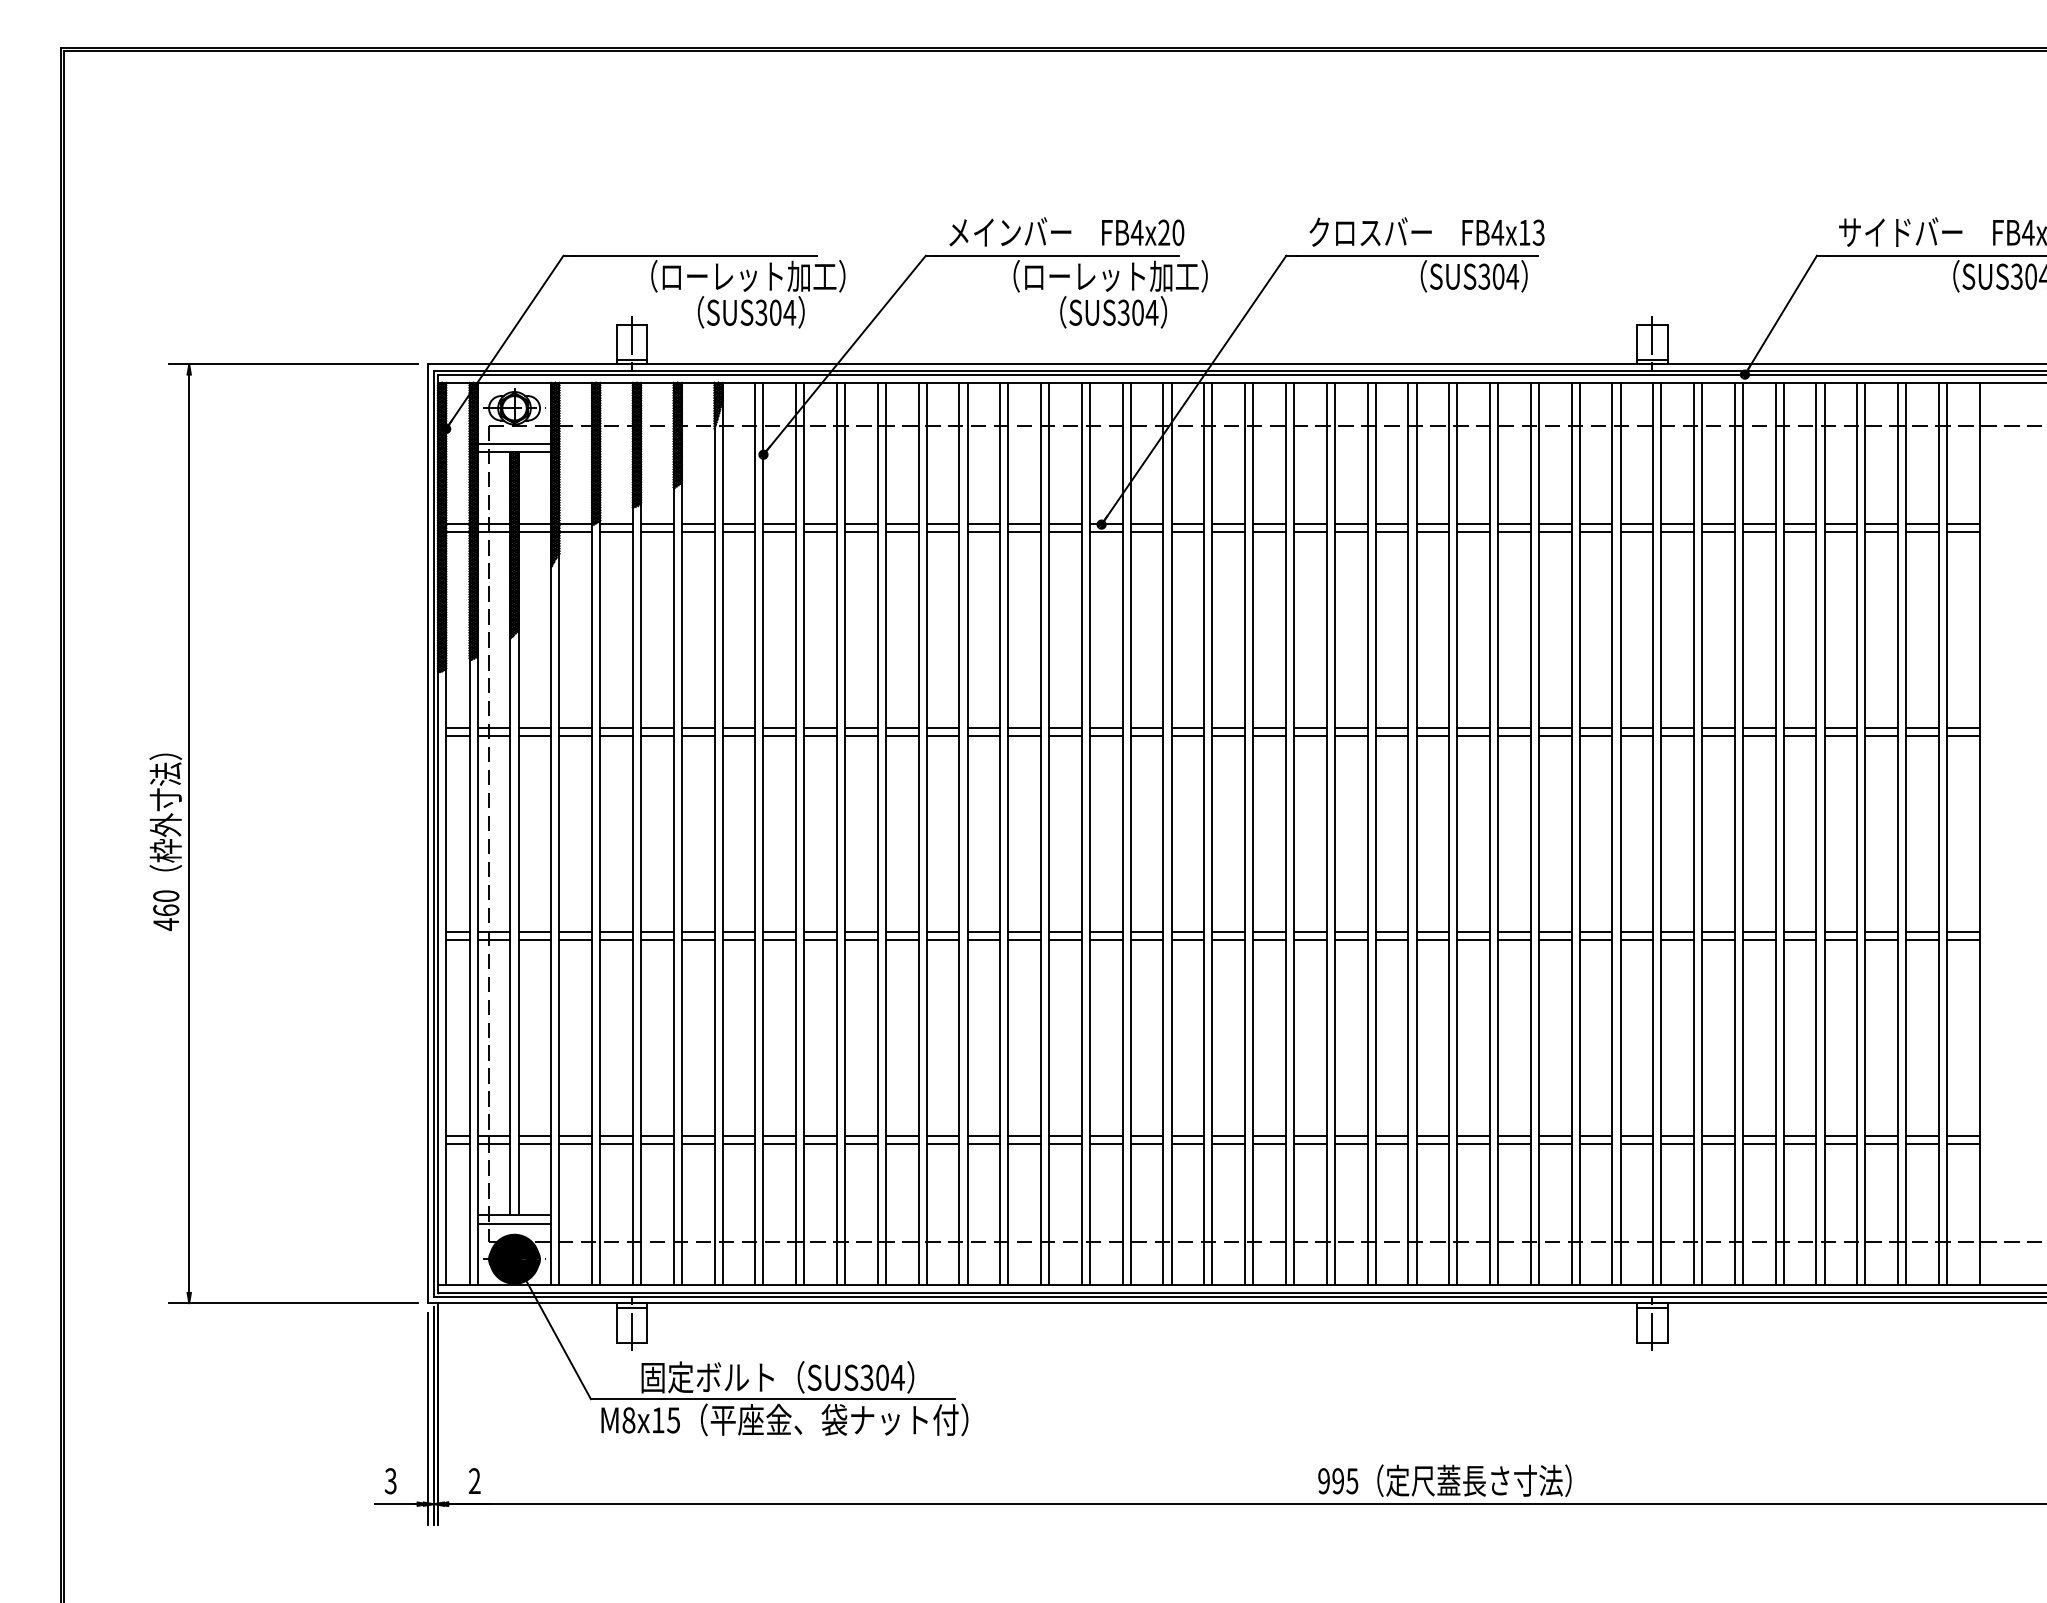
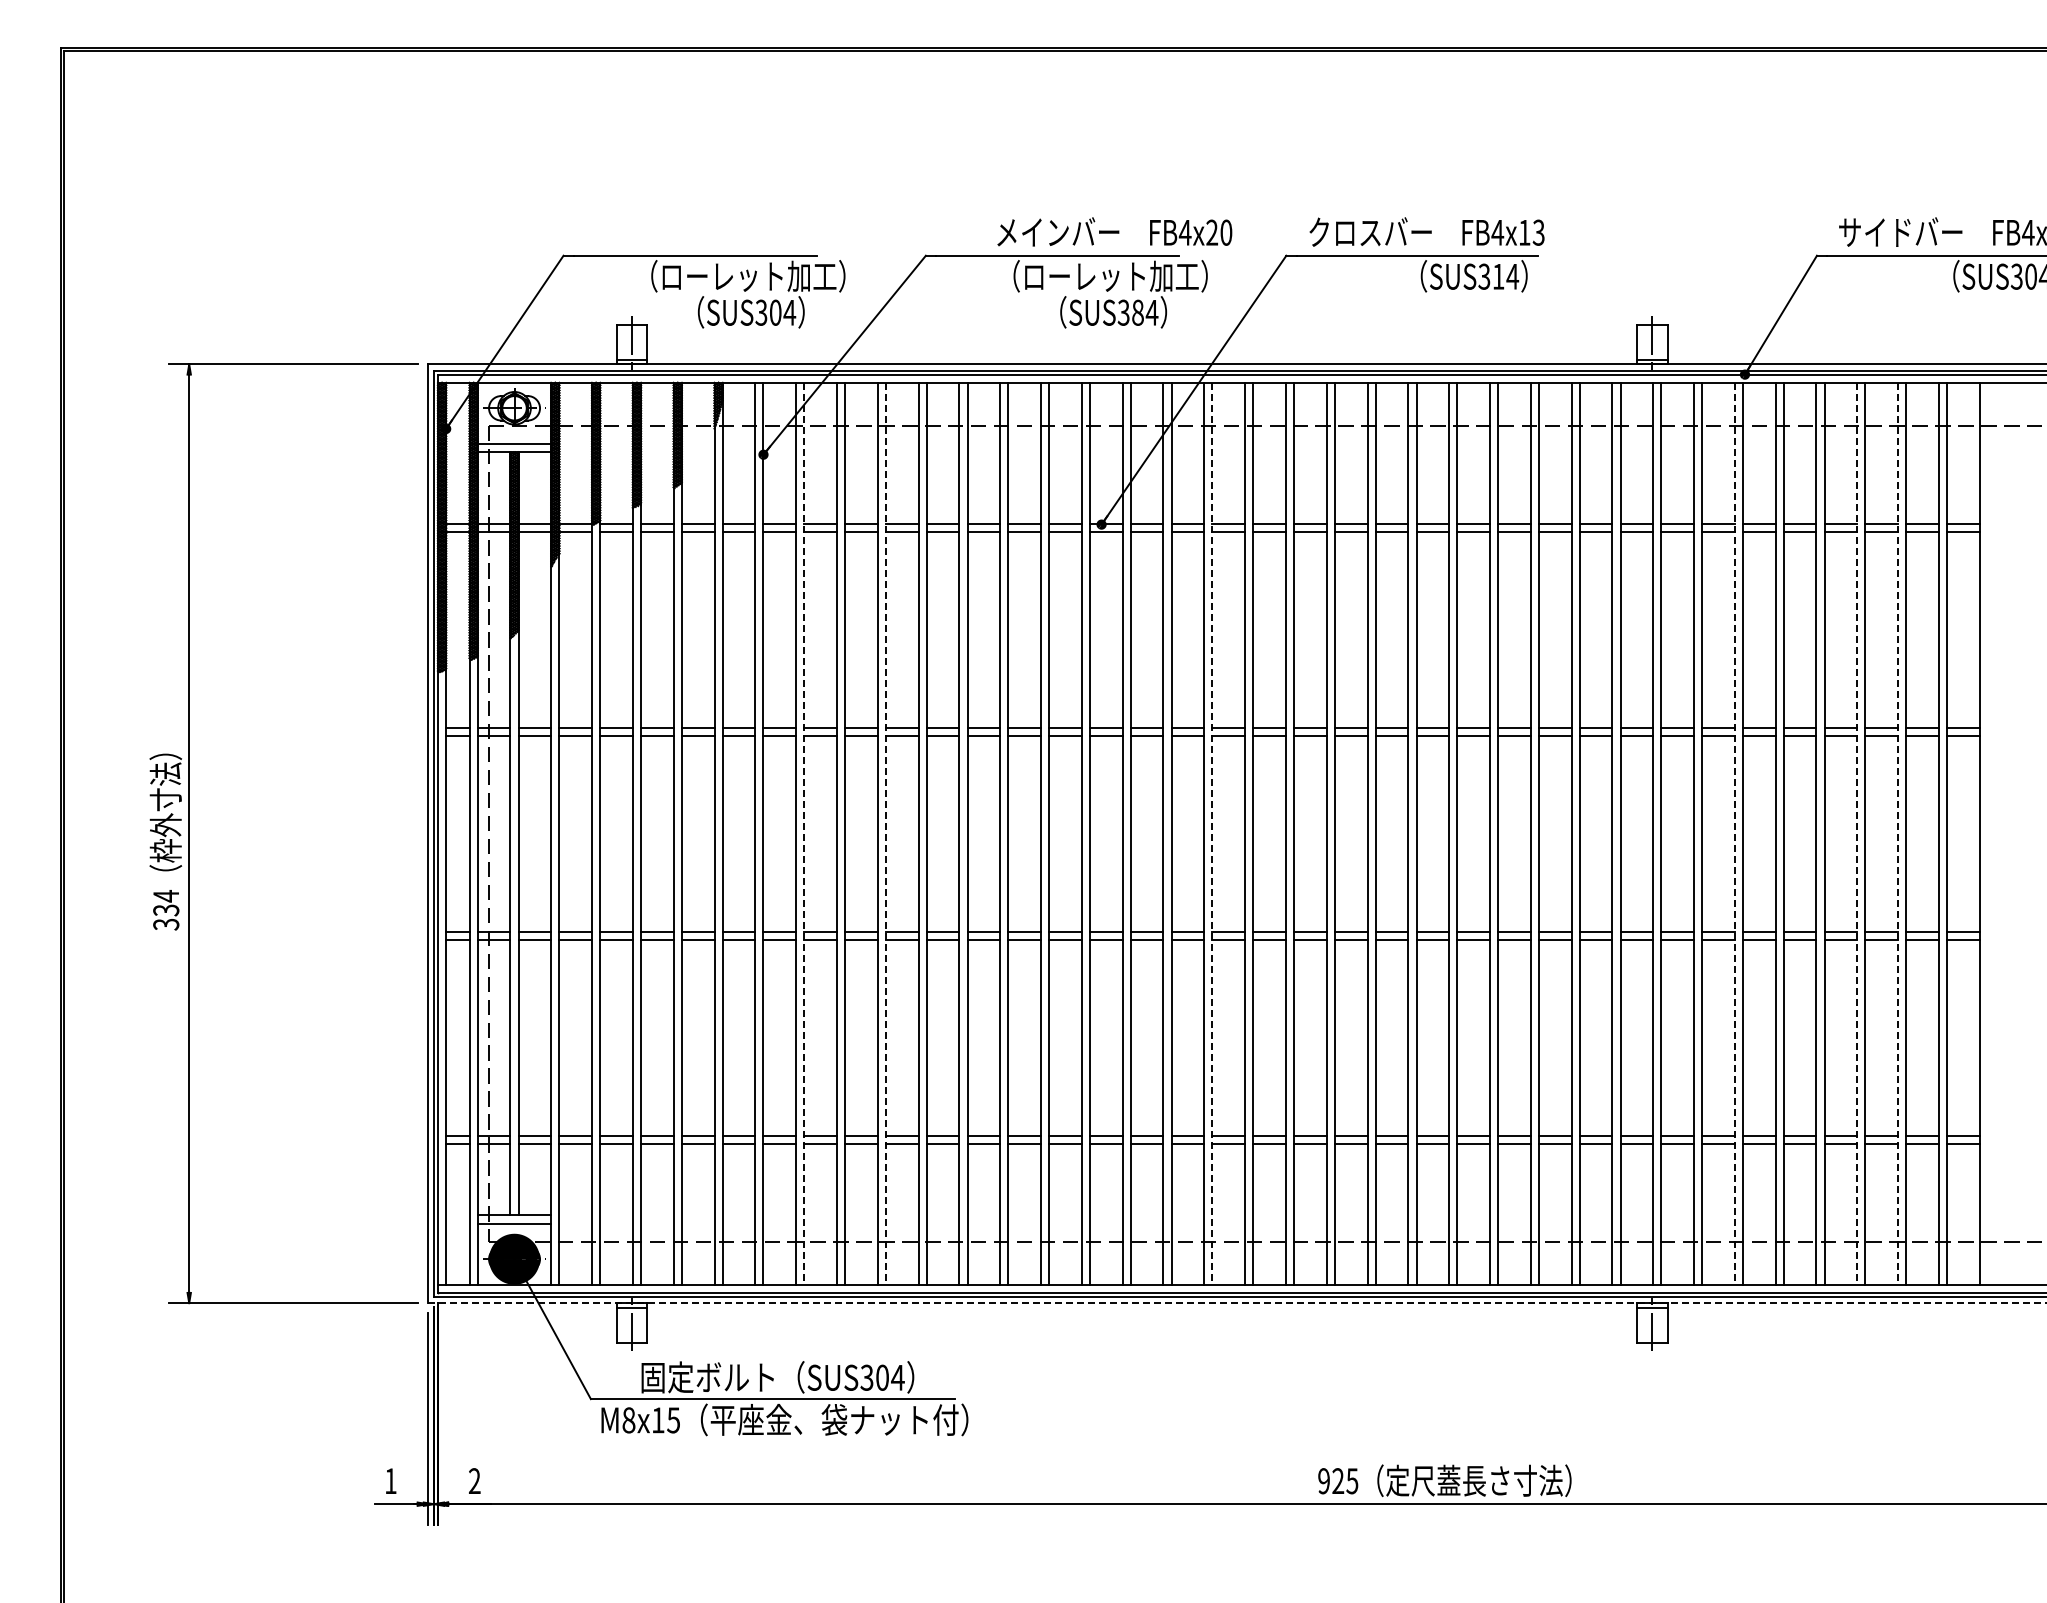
text at (1066, 231) position: (1066, 231) -> (1114, 231)
text at (1498, 276): SUS304 -> SUS314
text at (1137, 312): SUS304 -> SUS384
line at (804, 833): solid -> dashed
line at (885, 833): solid -> dashed
line at (1212, 833): solid -> dashed
line at (1734, 833): solid -> dashed
line at (1857, 833): solid -> dashed
line at (1898, 833): solid -> dashed
text at (166, 910): 460 -> 334
line at (1237, 1303): solid -> dashed
text at (390, 1481): 3 -> 1
text at (1338, 1481): 995 -> 925
